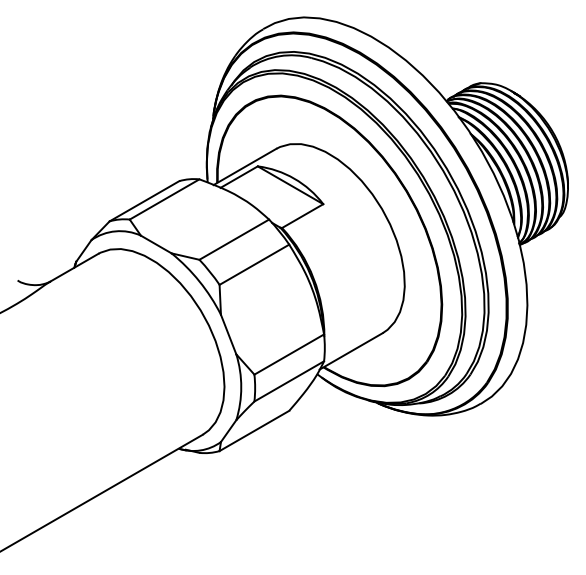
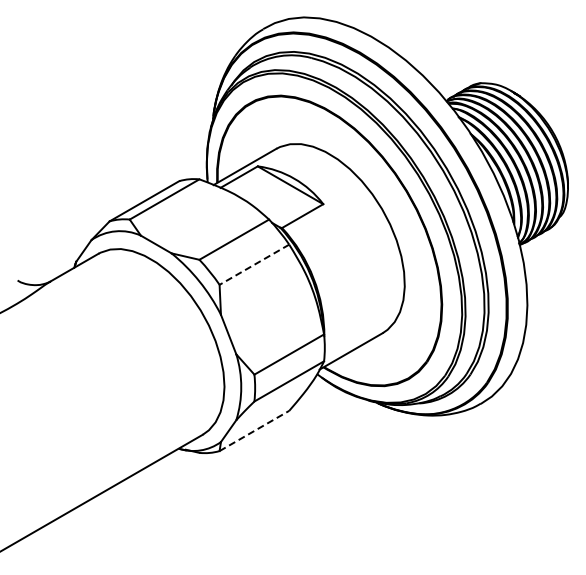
line at (253, 265): solid -> dashed
line at (254, 430): solid -> dashed
